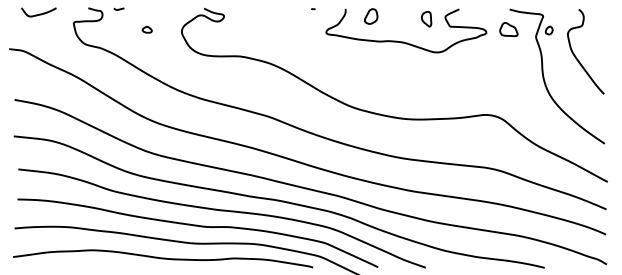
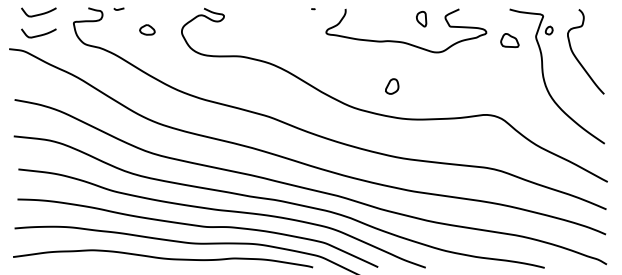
part at (371, 16) position: (371, 16) -> (392, 86)
part at (426, 19) position: (426, 19) -> (421, 19)
part at (146, 29) size: 12x9 px -> 17x12 px
part at (508, 29) position: (508, 29) -> (509, 40)
curve at (39, 34): none -> present
